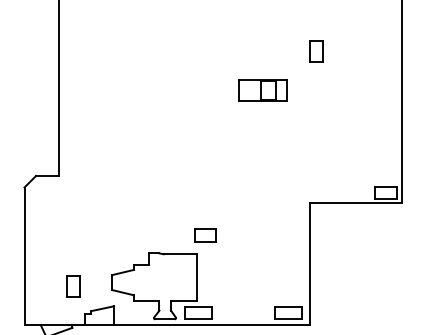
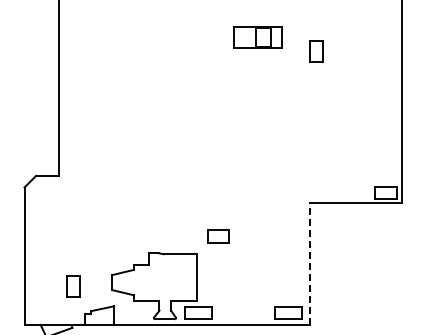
part at (262, 90) position: (262, 90) -> (257, 37)
part at (205, 235) position: (205, 235) -> (218, 236)
line at (310, 264): solid -> dashed
